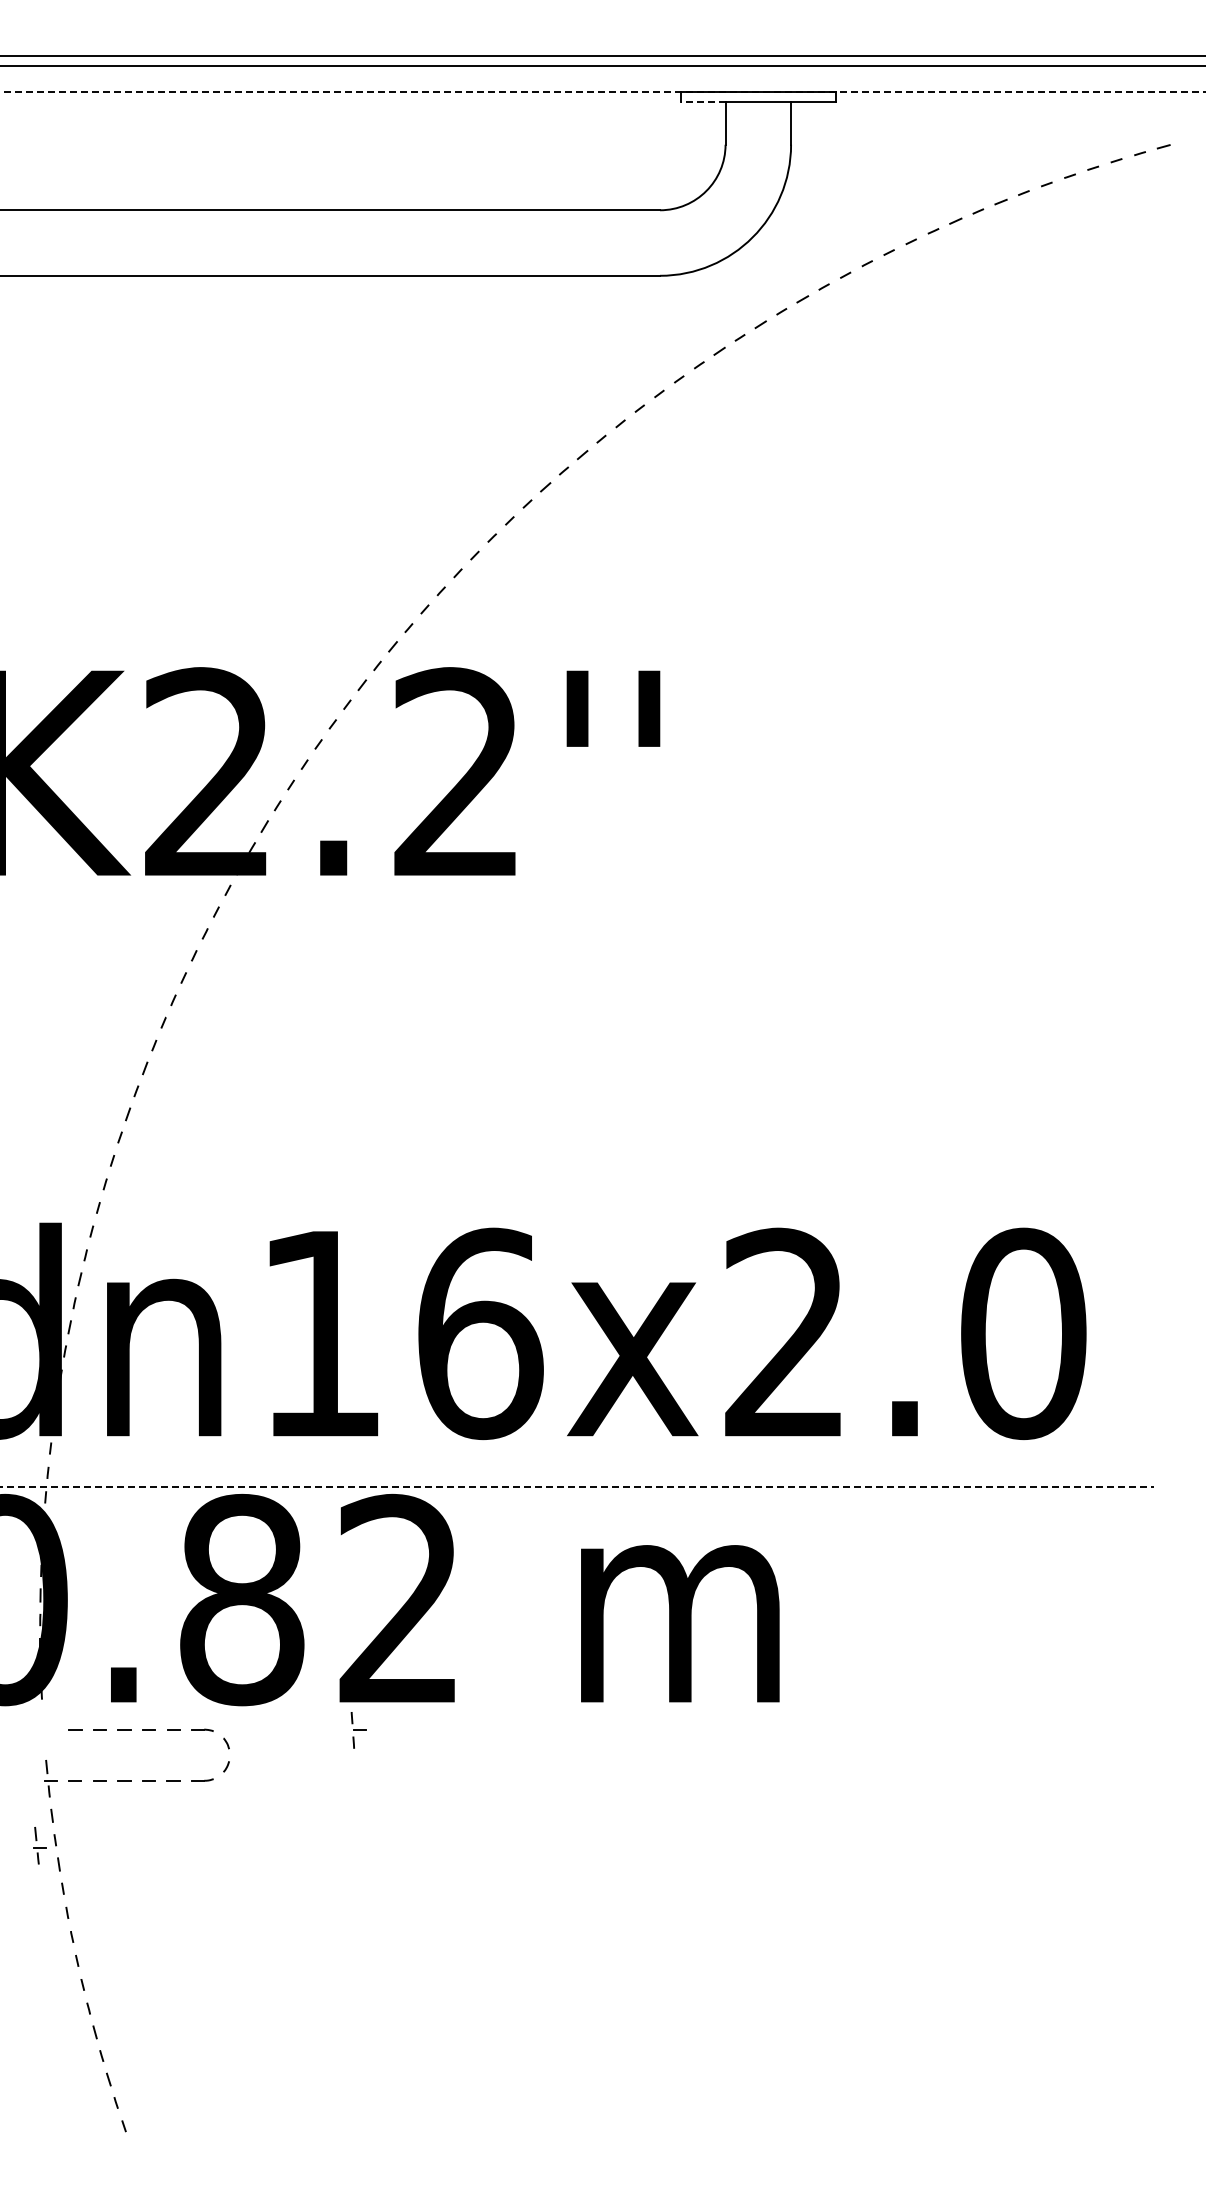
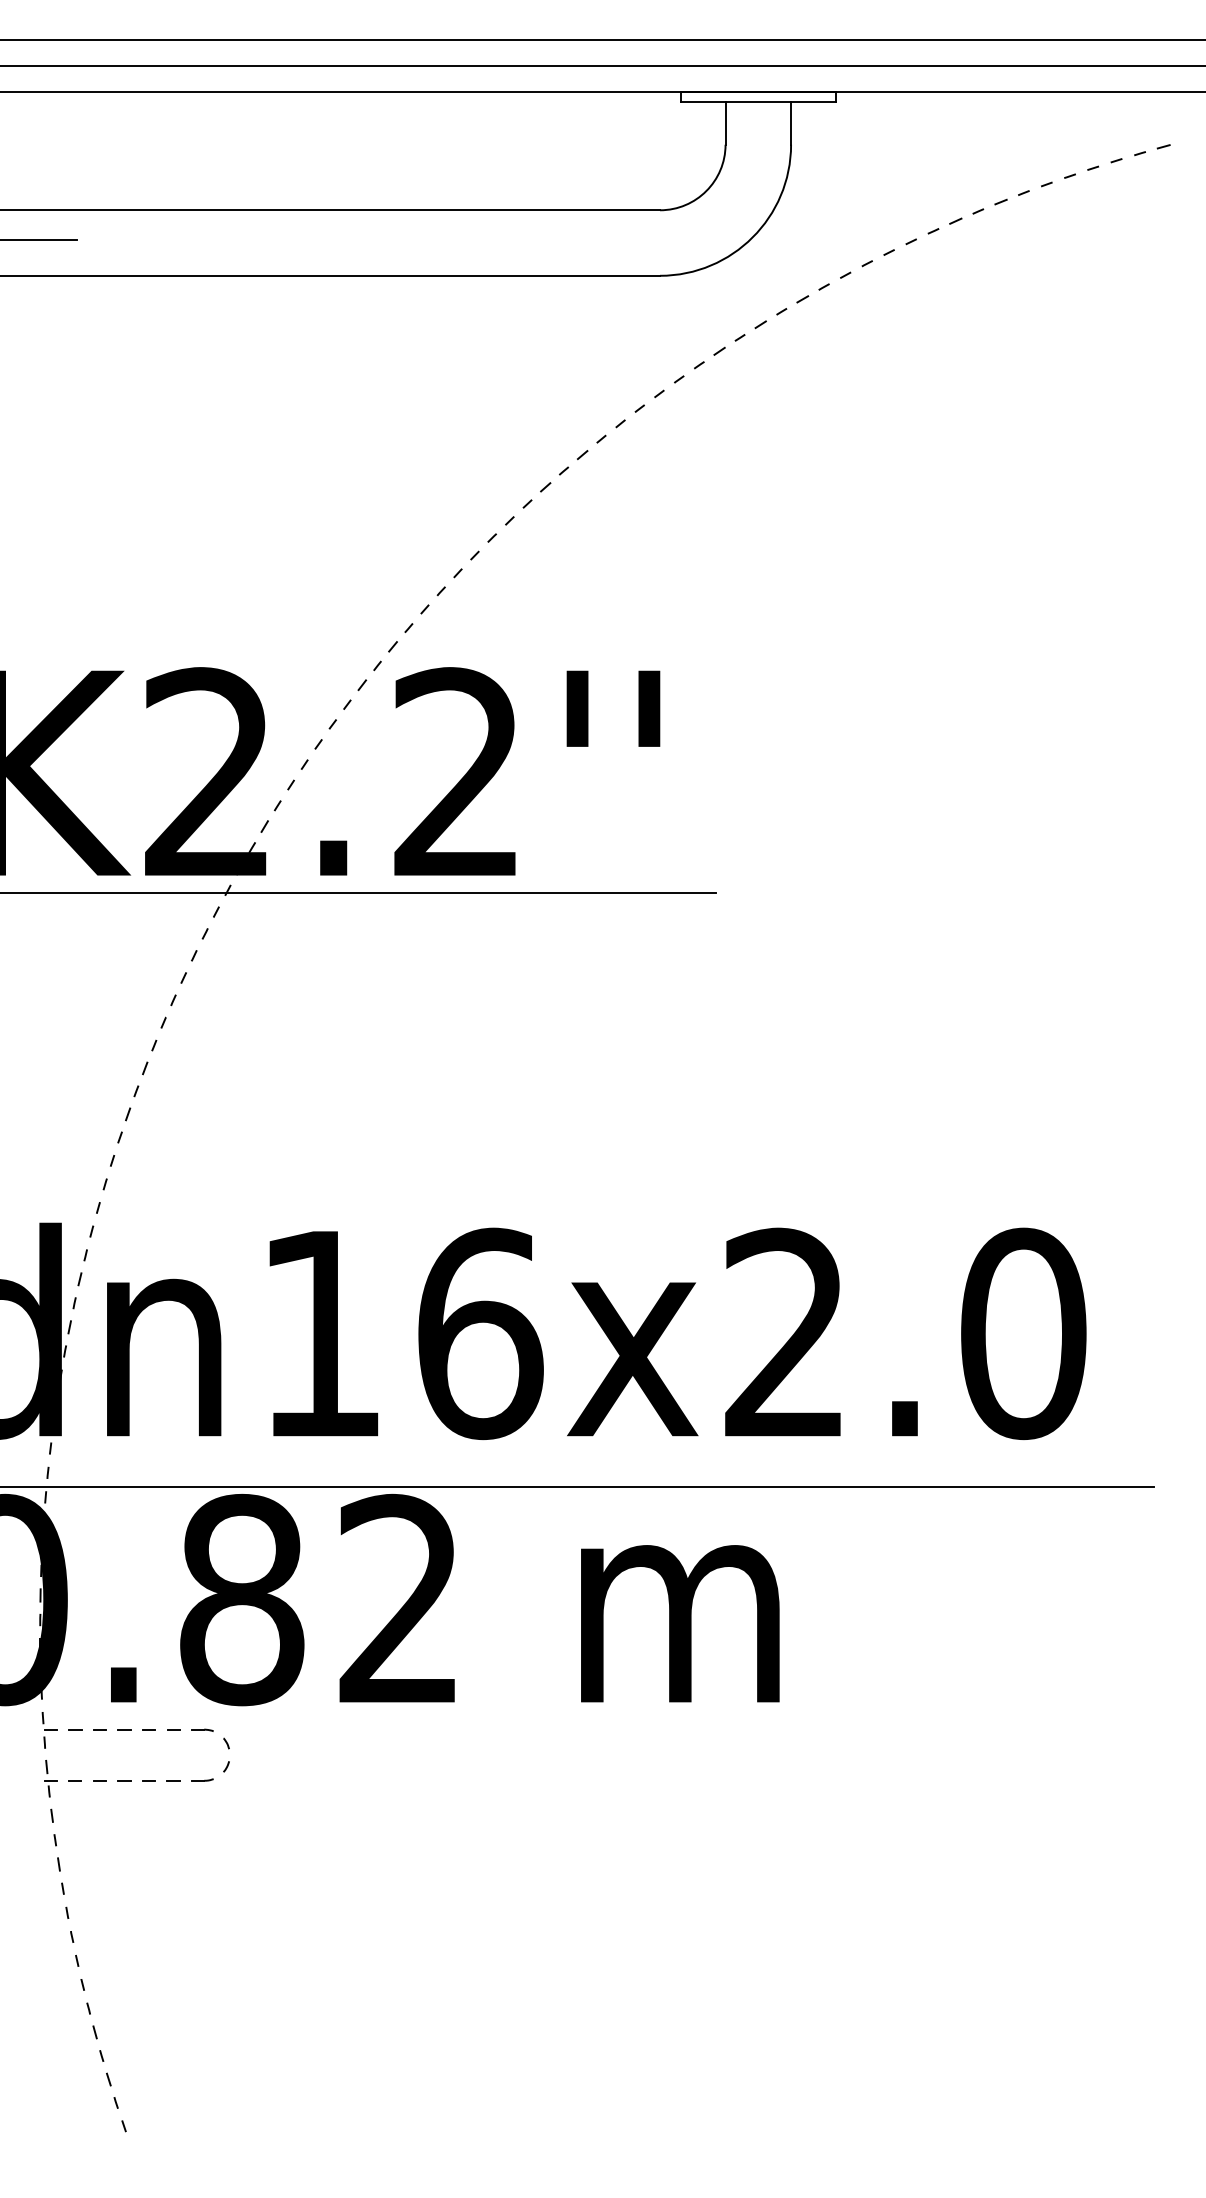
line at (602, 56) position: (602, 56) -> (602, 40)
line at (603, 91): dashed -> solid
line at (703, 101): dashed -> solid
line at (39, 239): none -> present
line at (358, 893): none -> present
line at (577, 1487): dashed -> solid
part at (358, 1730) position: (358, 1730) -> (49, 1730)
part at (39, 1845): present -> none
